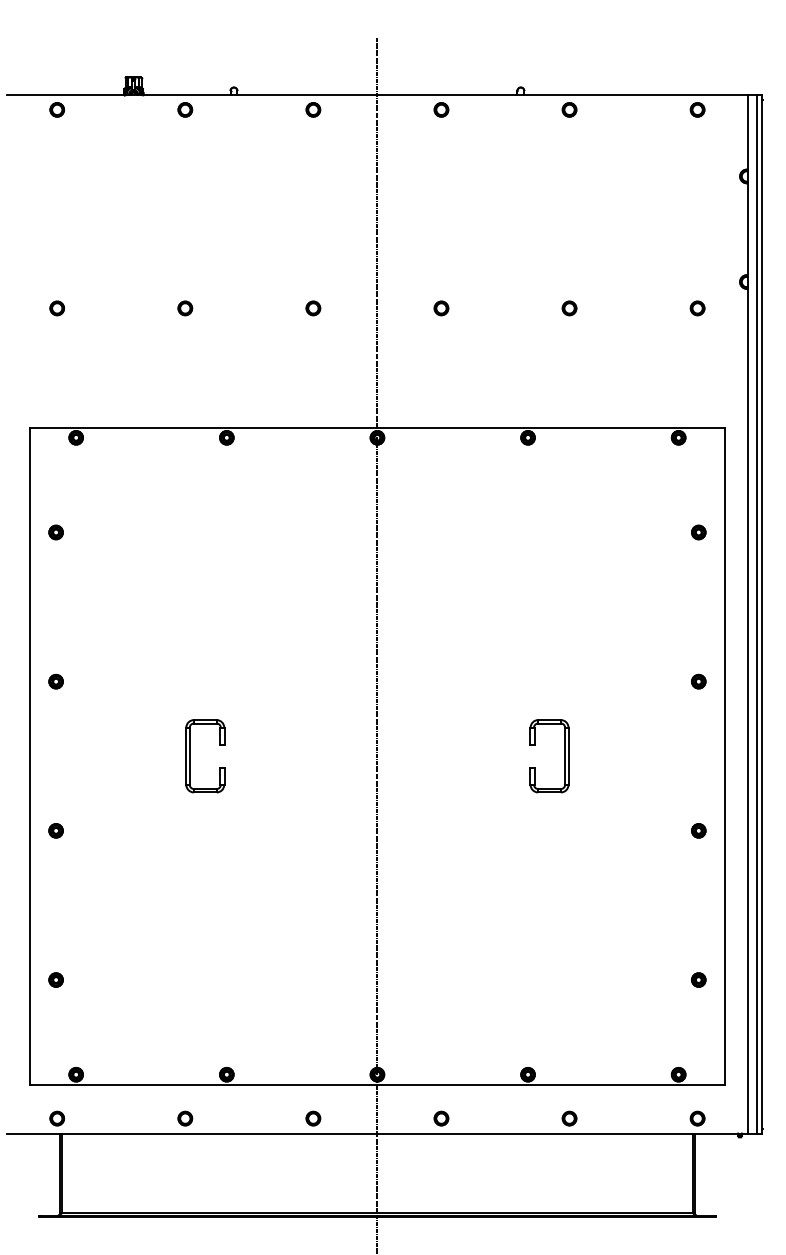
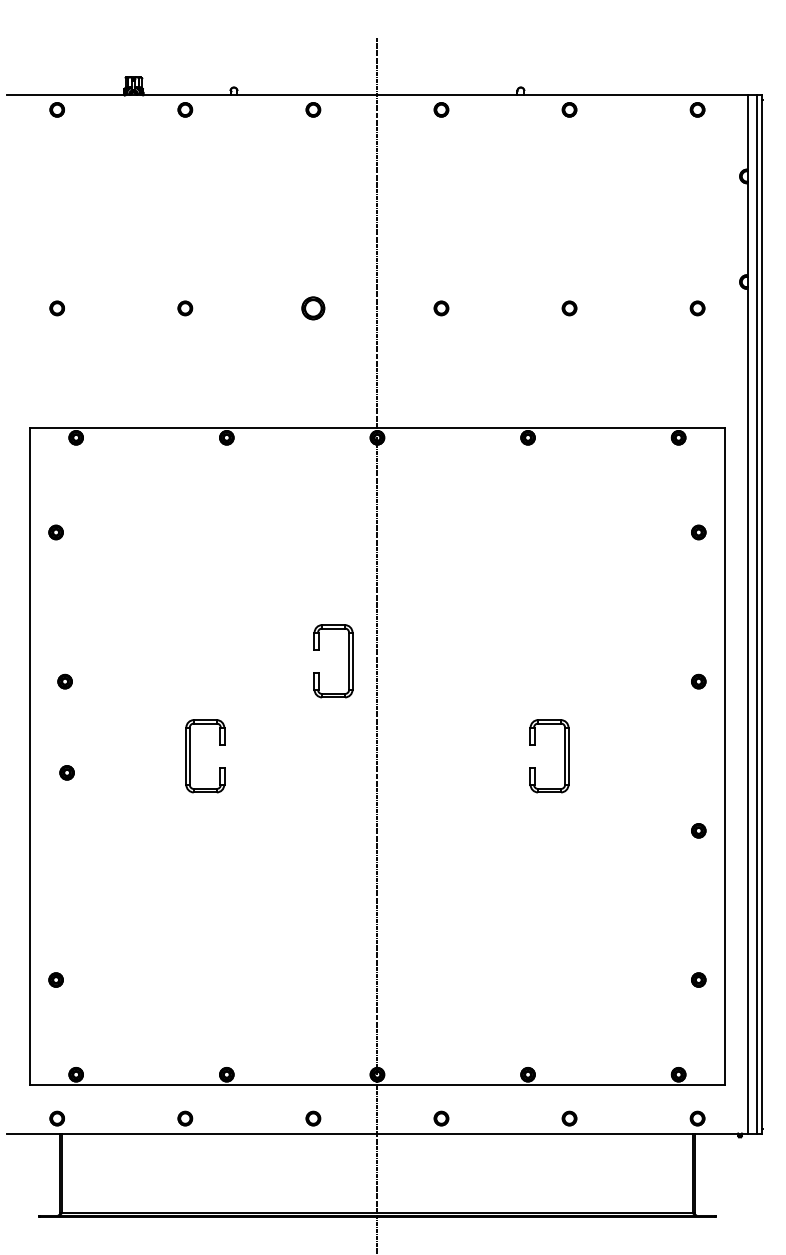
part at (313, 308) size: 17x17 px -> 25x25 px
part at (348, 661): none -> present
part at (55, 681) position: (55, 681) -> (64, 681)
part at (55, 830) position: (55, 830) -> (66, 772)
